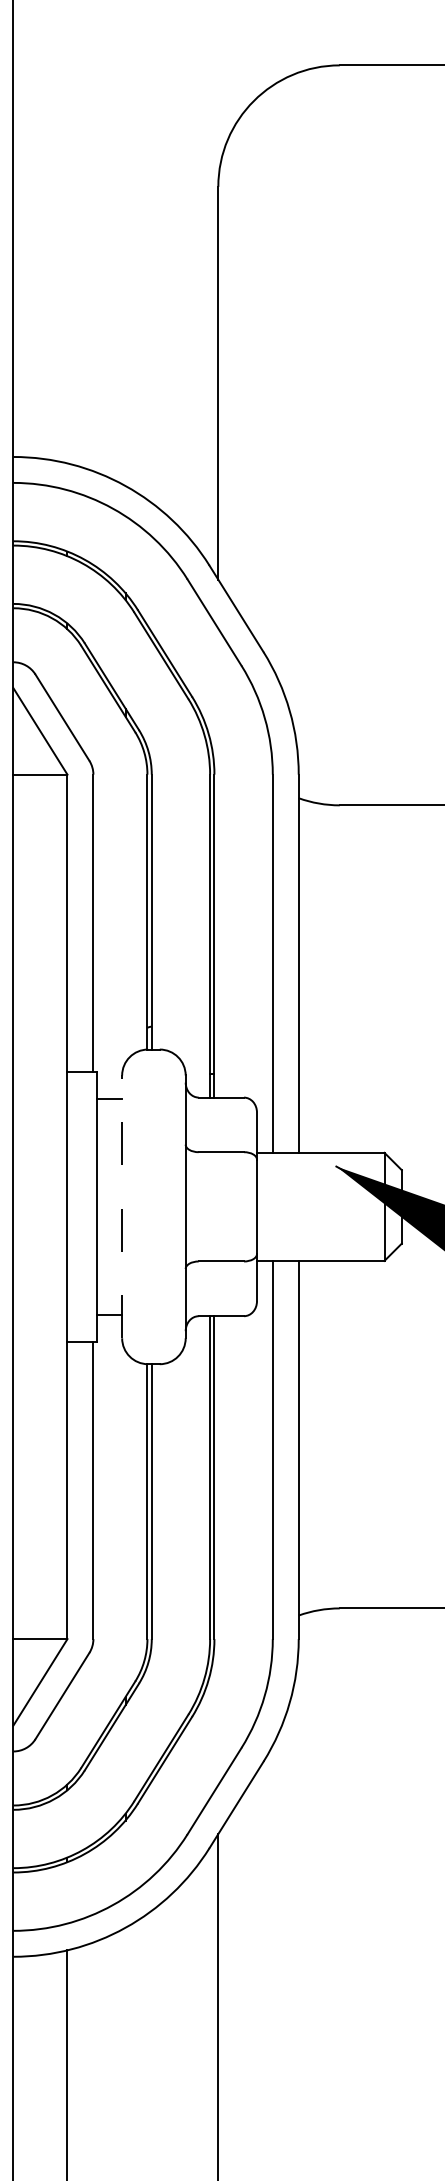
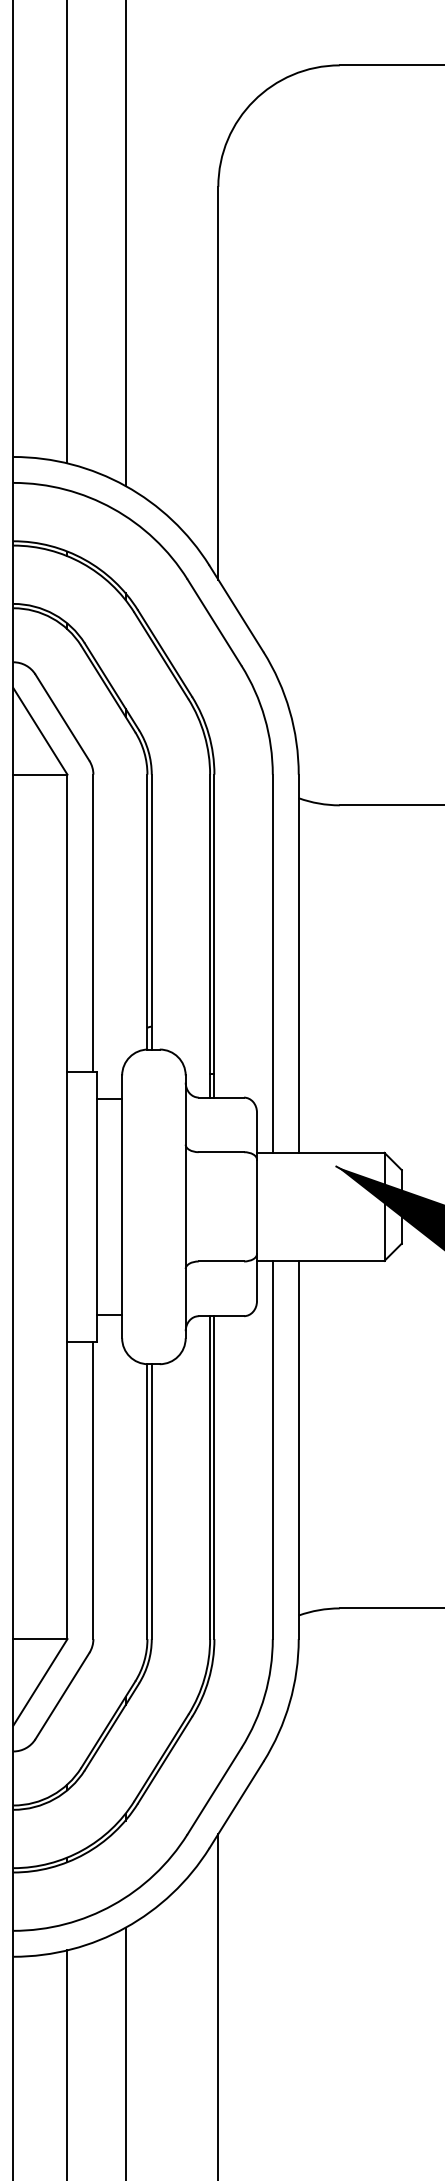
line at (67, 232): none -> present
line at (125, 244): none -> present
line at (122, 1206): dashed -> solid
line at (125, 2052): none -> present
